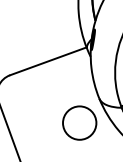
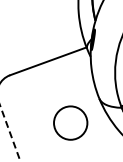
circle at (79, 122) position: (79, 122) -> (70, 122)
line at (10, 133): solid -> dashed
